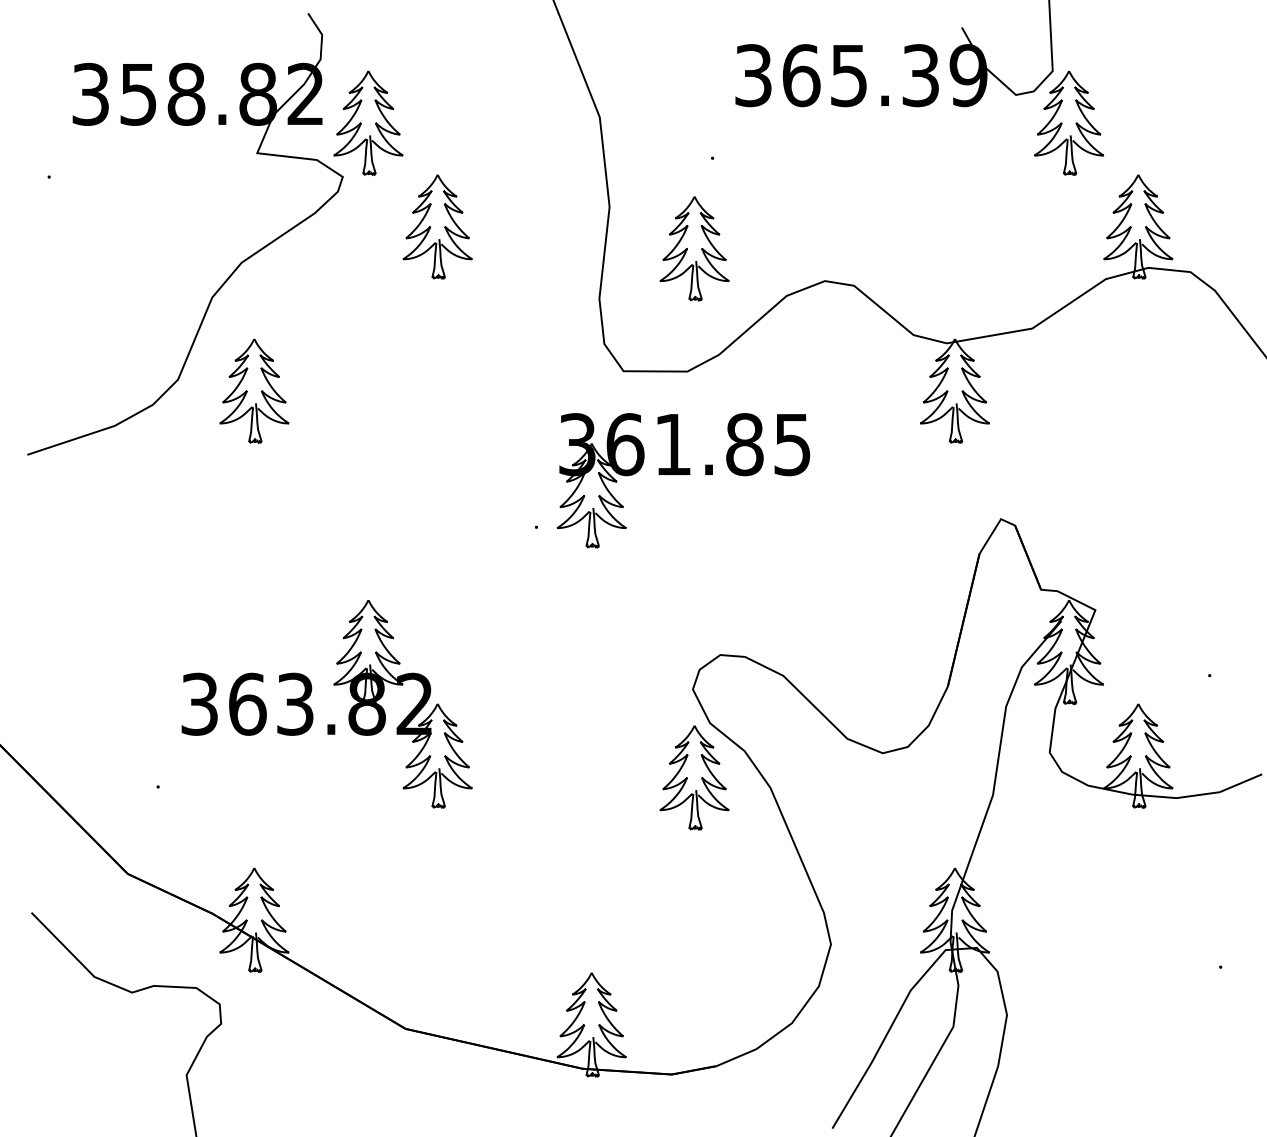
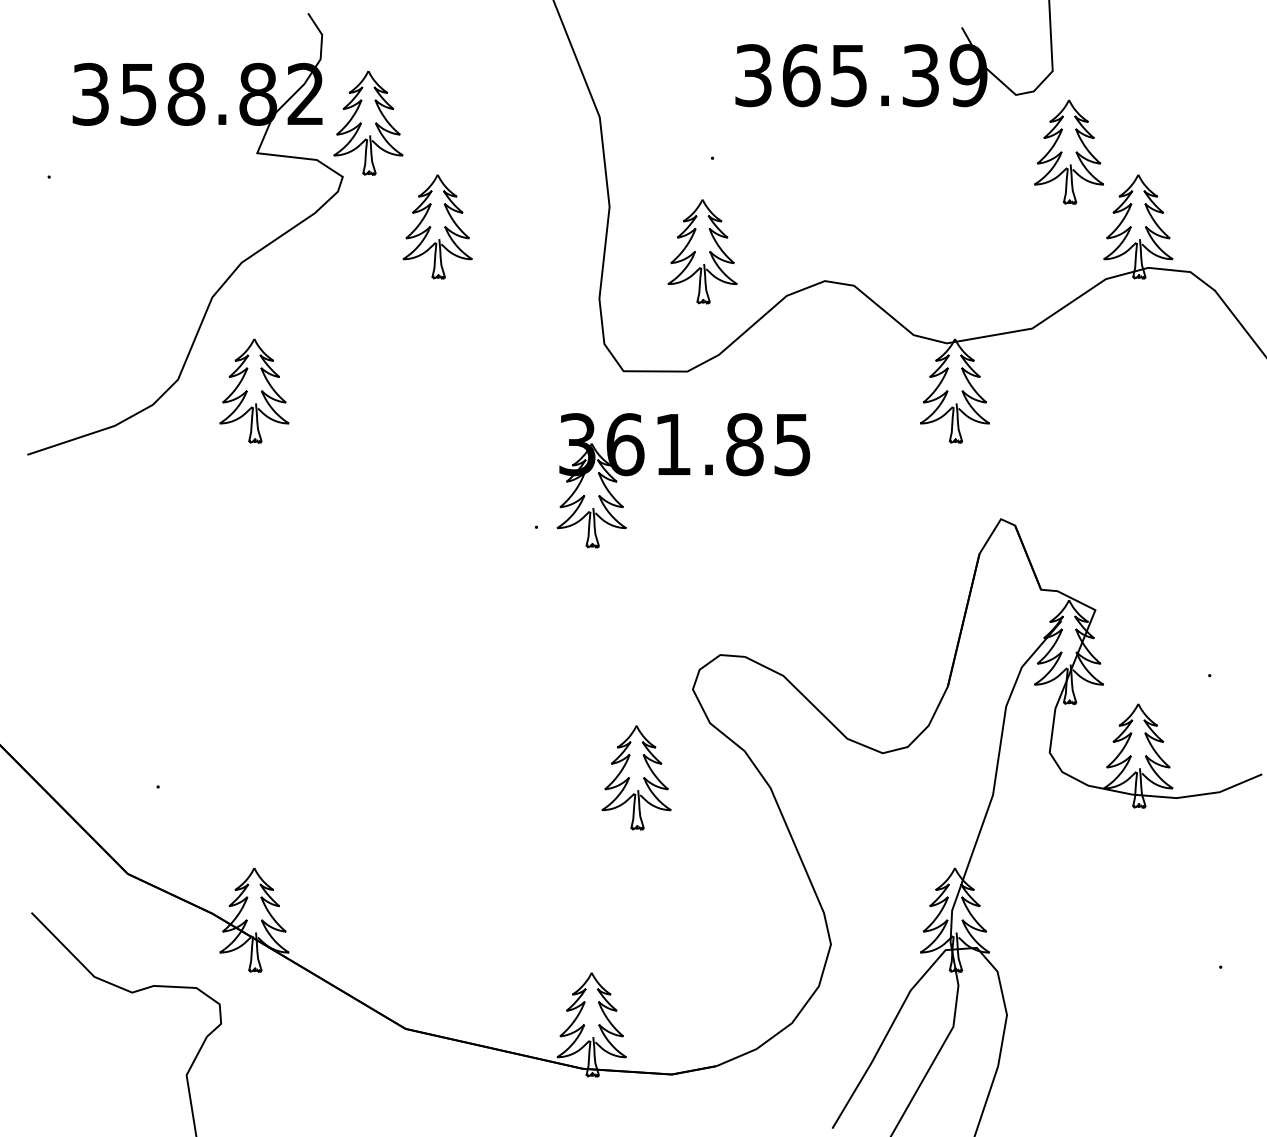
part at (1068, 122) position: (1068, 122) -> (1068, 151)
part at (694, 248) position: (694, 248) -> (702, 251)
part at (312, 710): present -> none
part at (694, 777) position: (694, 777) -> (636, 777)
